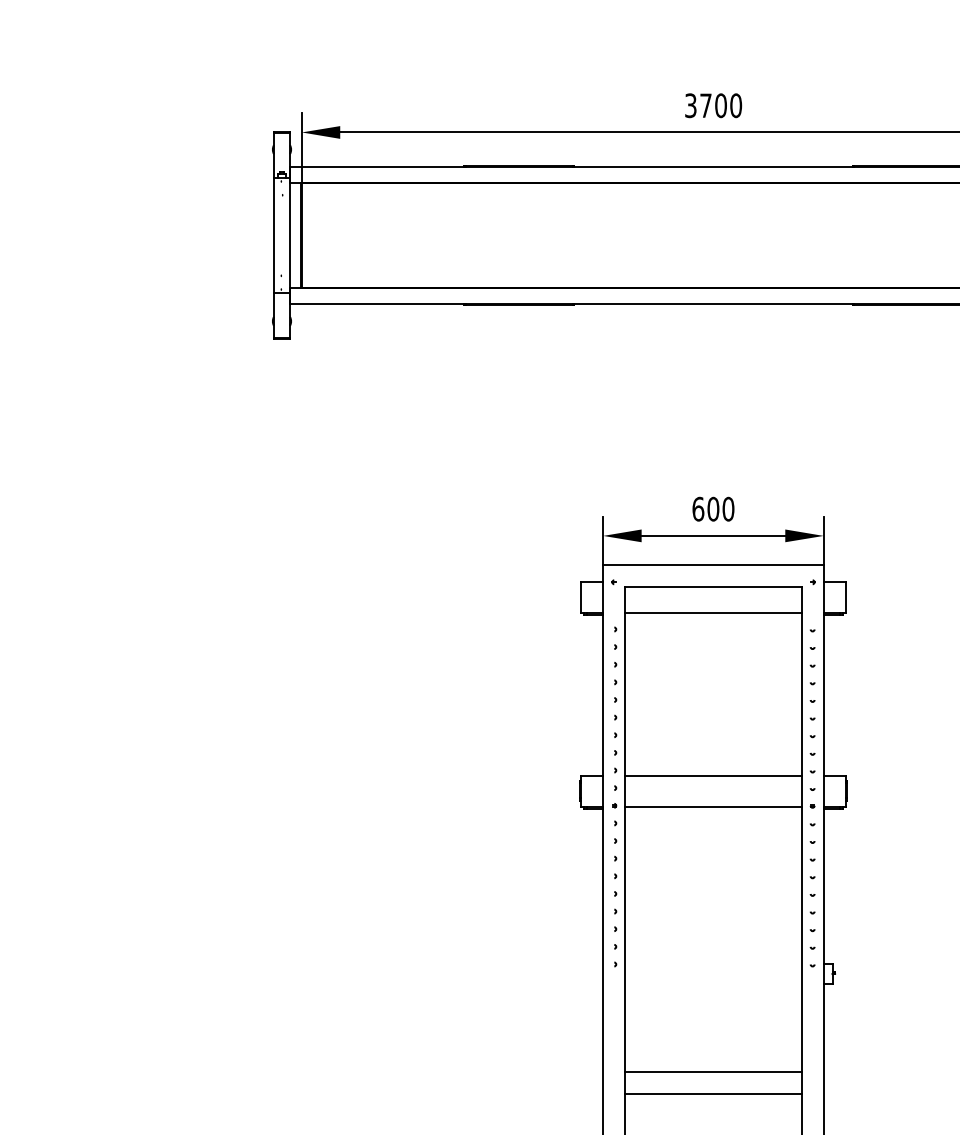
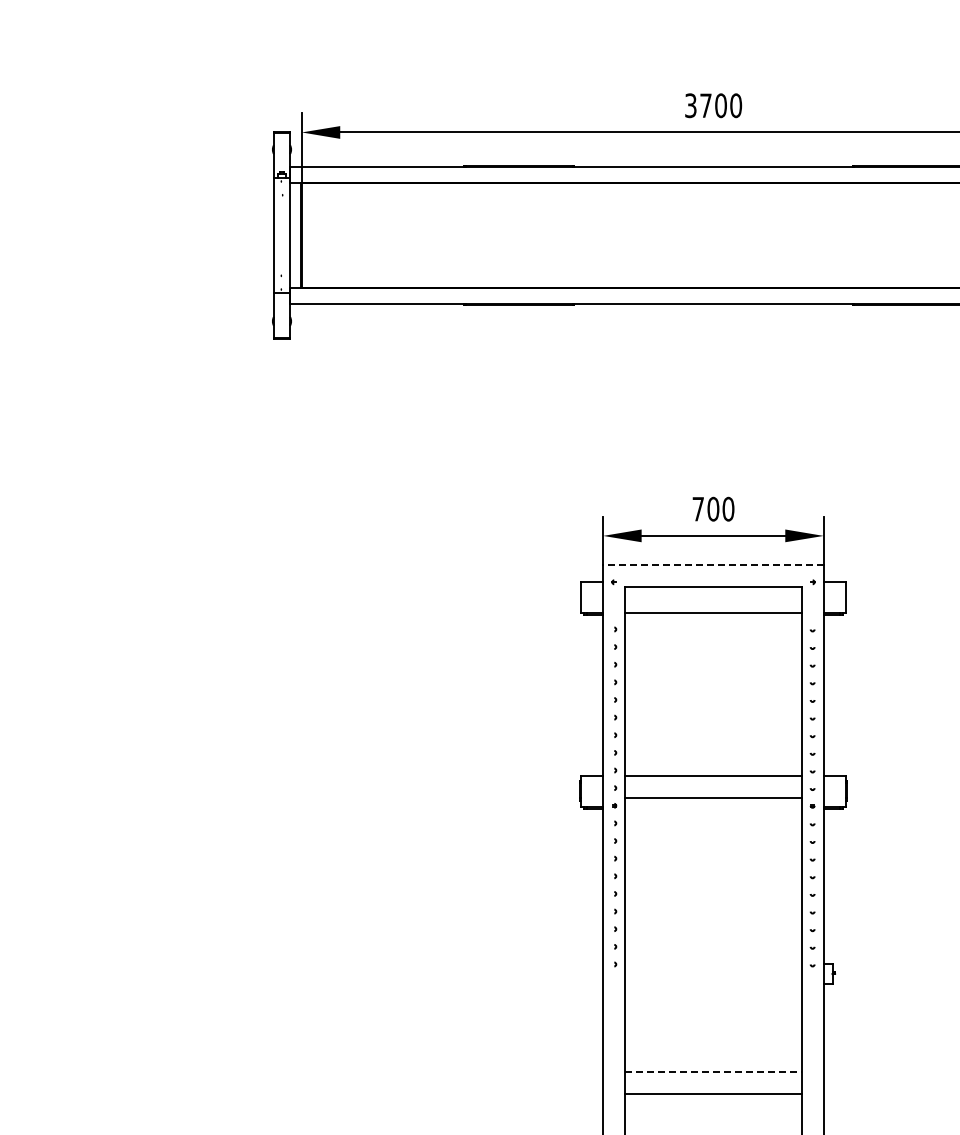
text at (698, 508): 600 -> 700
line at (712, 564): solid -> dashed
line at (713, 806) position: (713, 806) -> (713, 797)
line at (713, 1072): solid -> dashed
